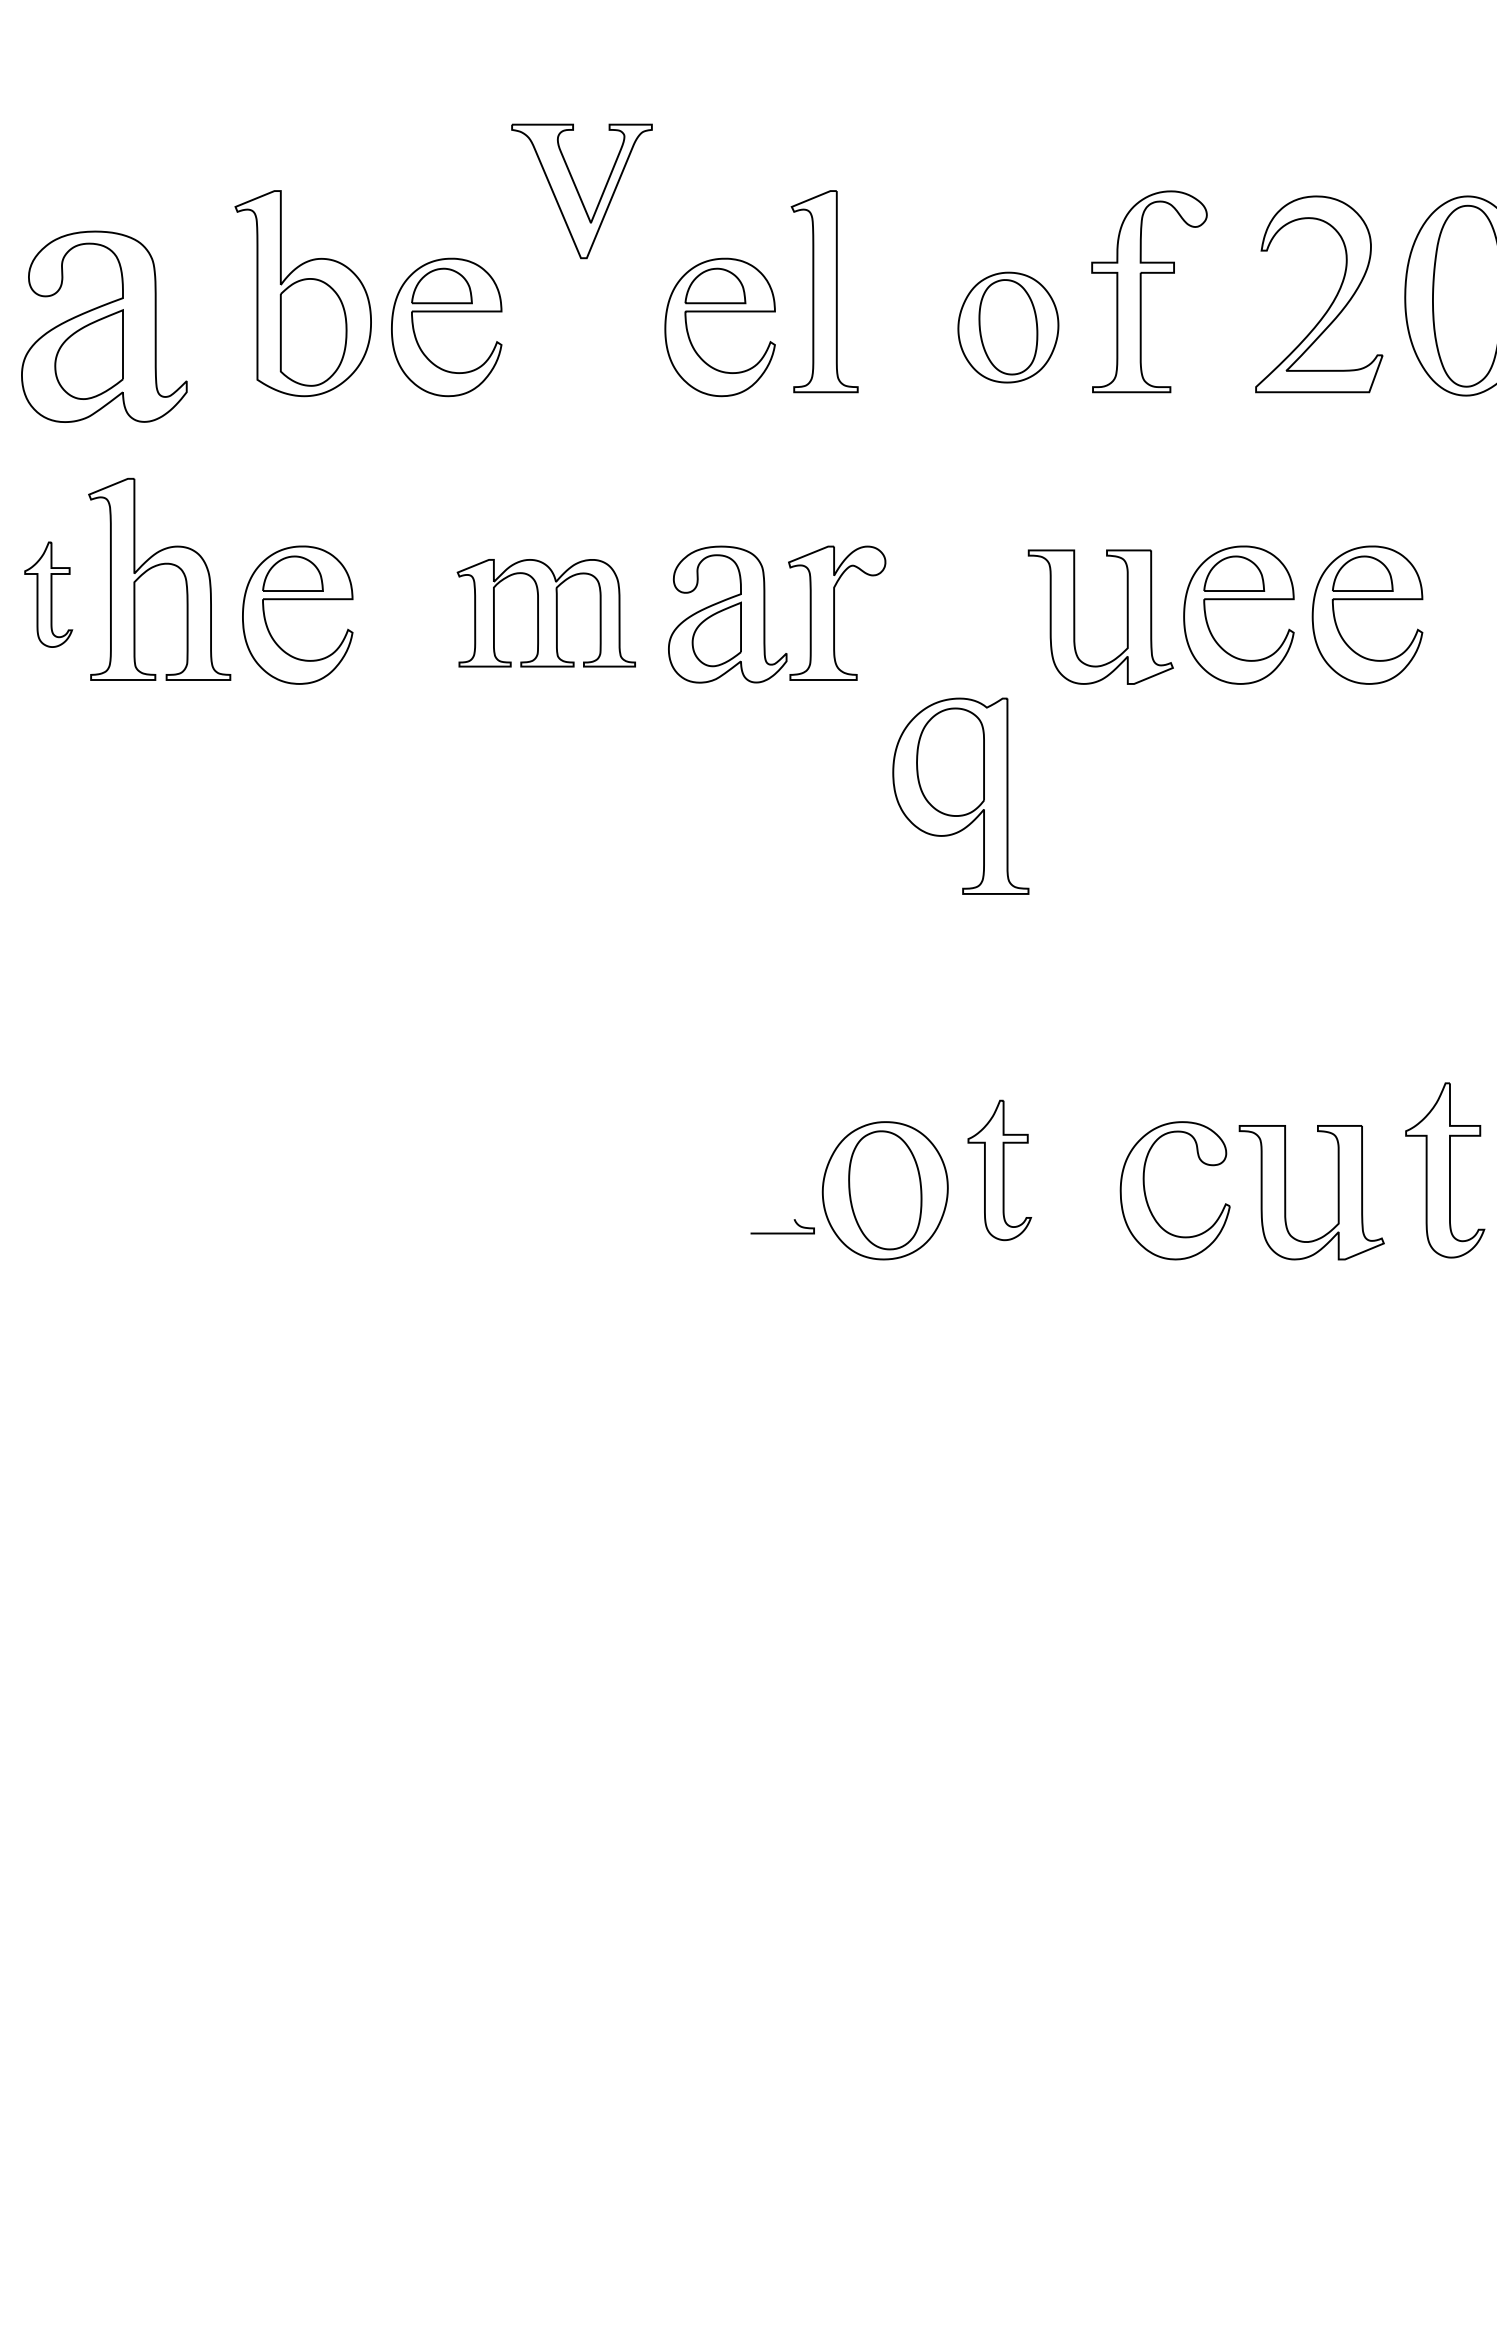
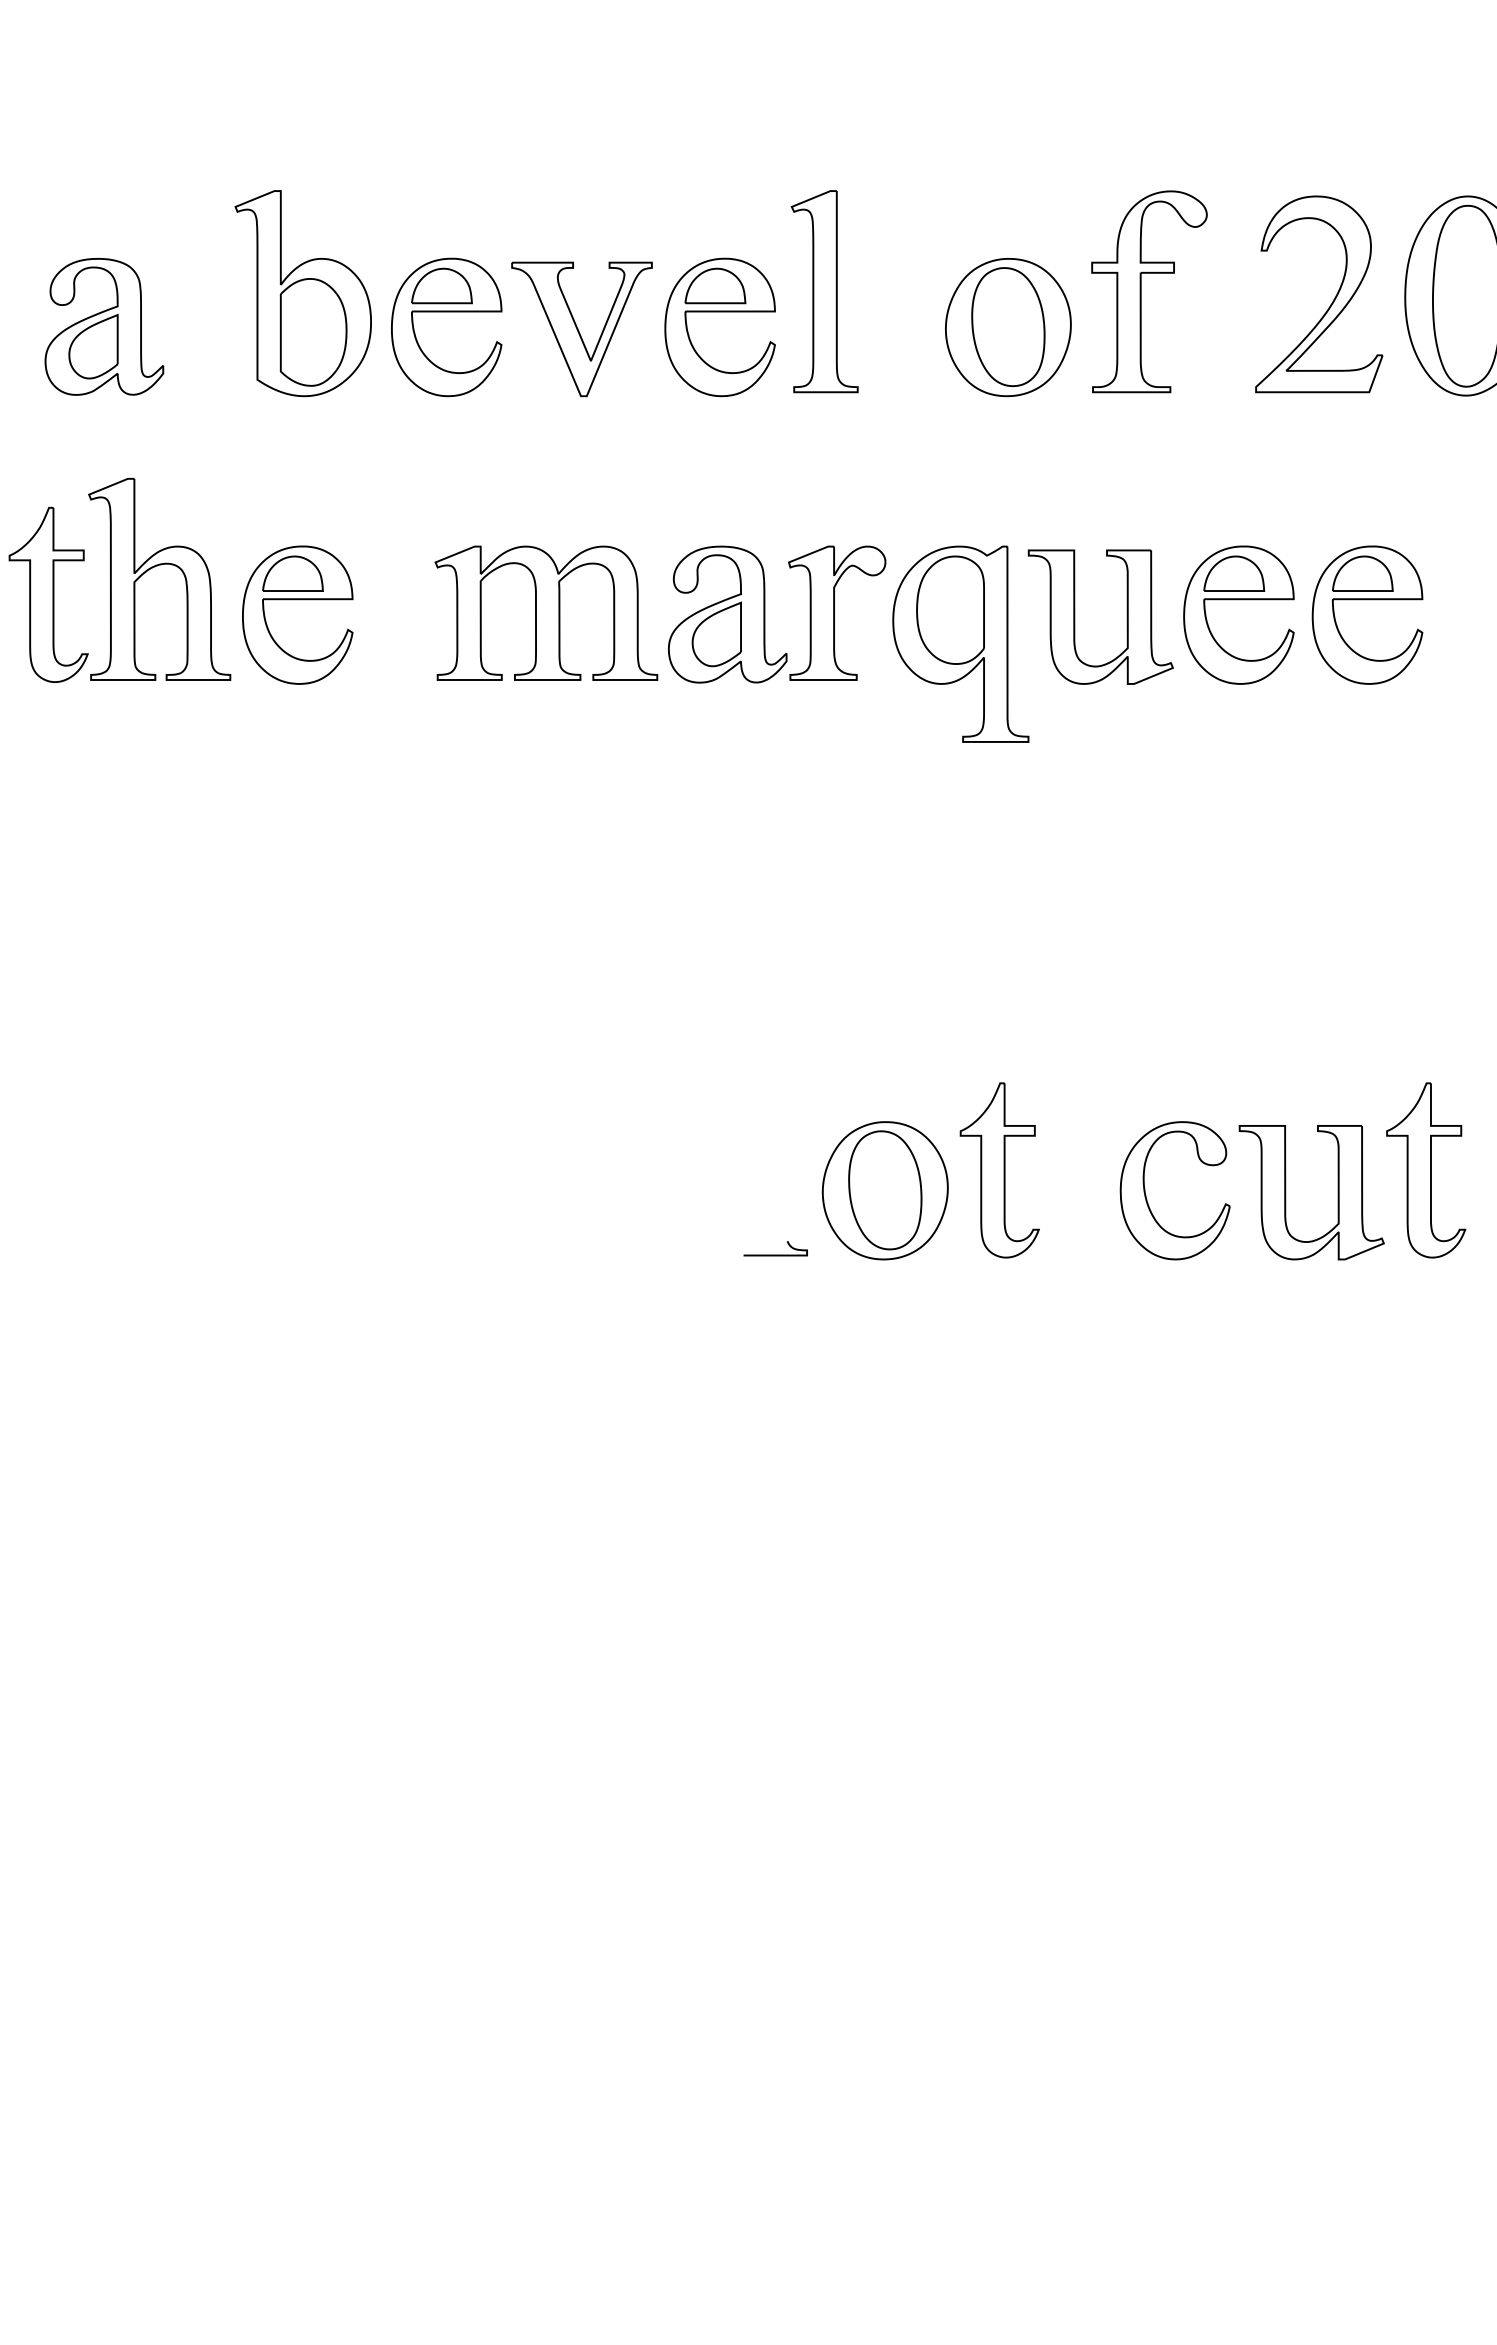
part at (581, 191) position: (581, 191) -> (581, 329)
part at (104, 326) size: 167x193 px -> 121x138 px
part at (1008, 327) size: 103x113 px -> 127x140 px
part at (48, 594) size: 50x107 px -> 81x177 px
part at (545, 613) size: 180x109 px -> 225x136 px
part at (960, 795) position: (960, 795) -> (960, 643)
part at (999, 1170) size: 66x143 px -> 81x177 px
part at (1445, 1170) position: (1445, 1170) -> (1426, 1170)
curve at (782, 1232) position: (782, 1232) -> (775, 1254)
